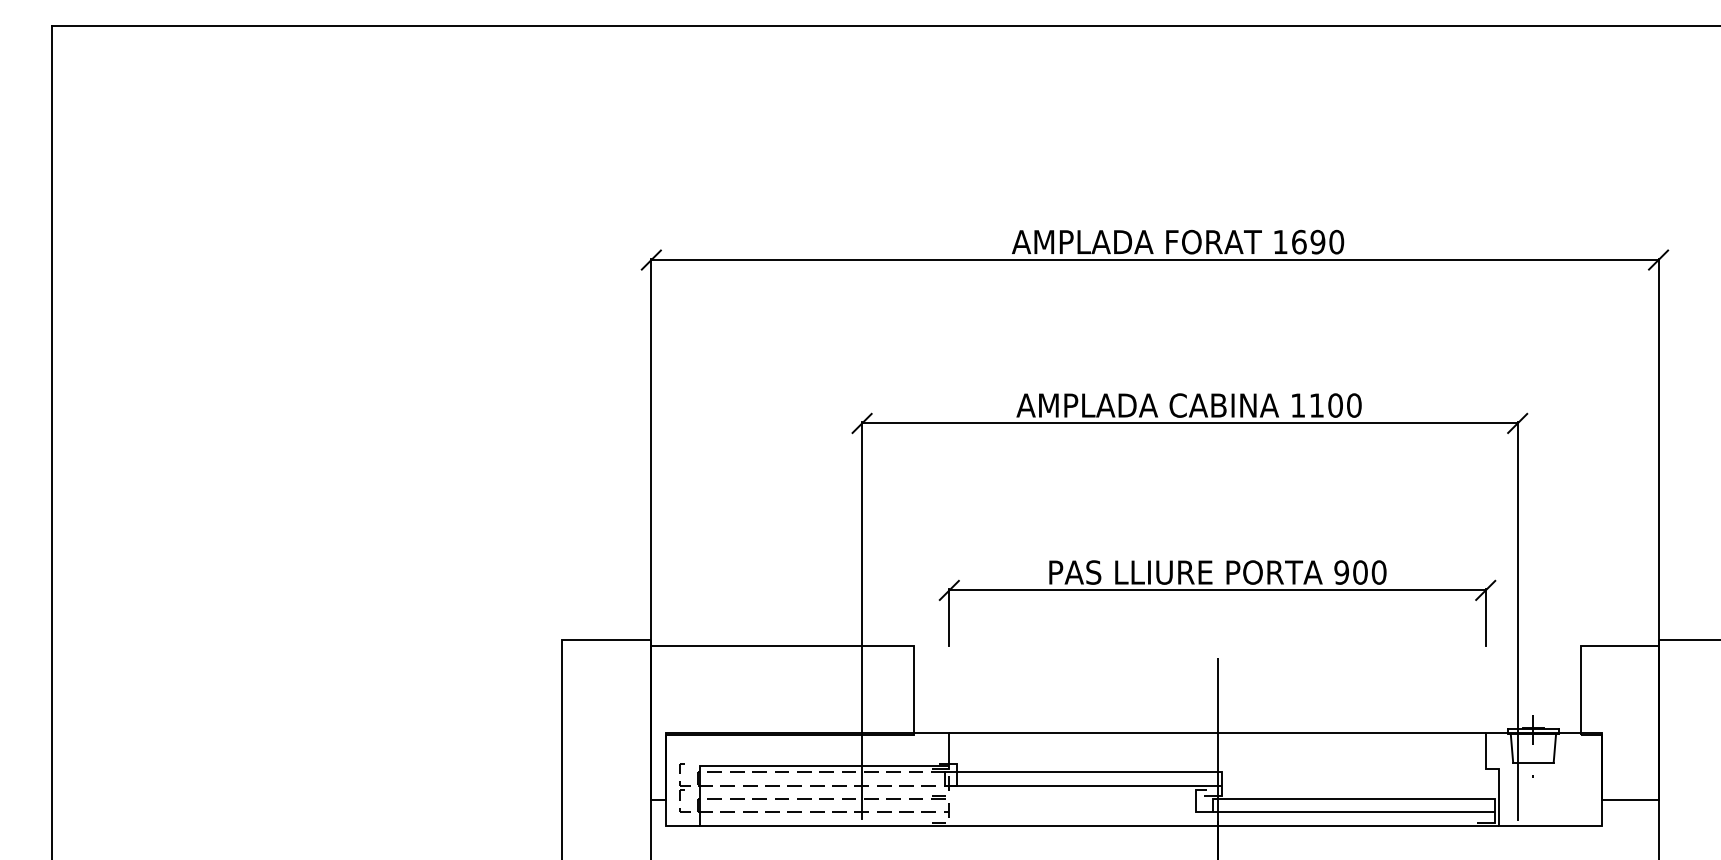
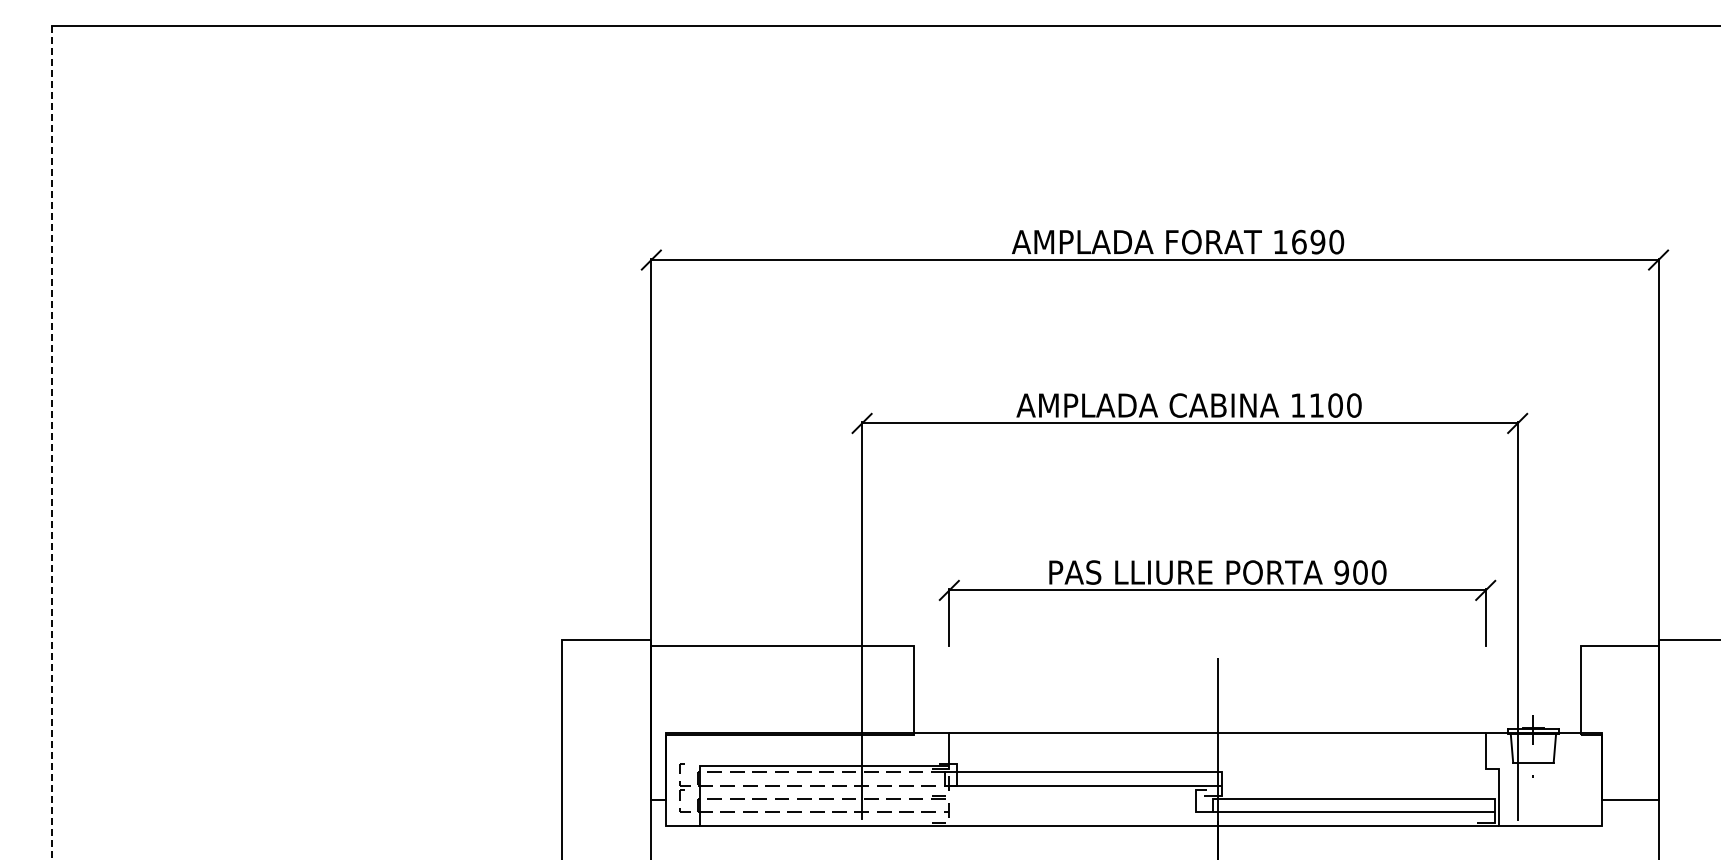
line at (51, 442): solid -> dashed
